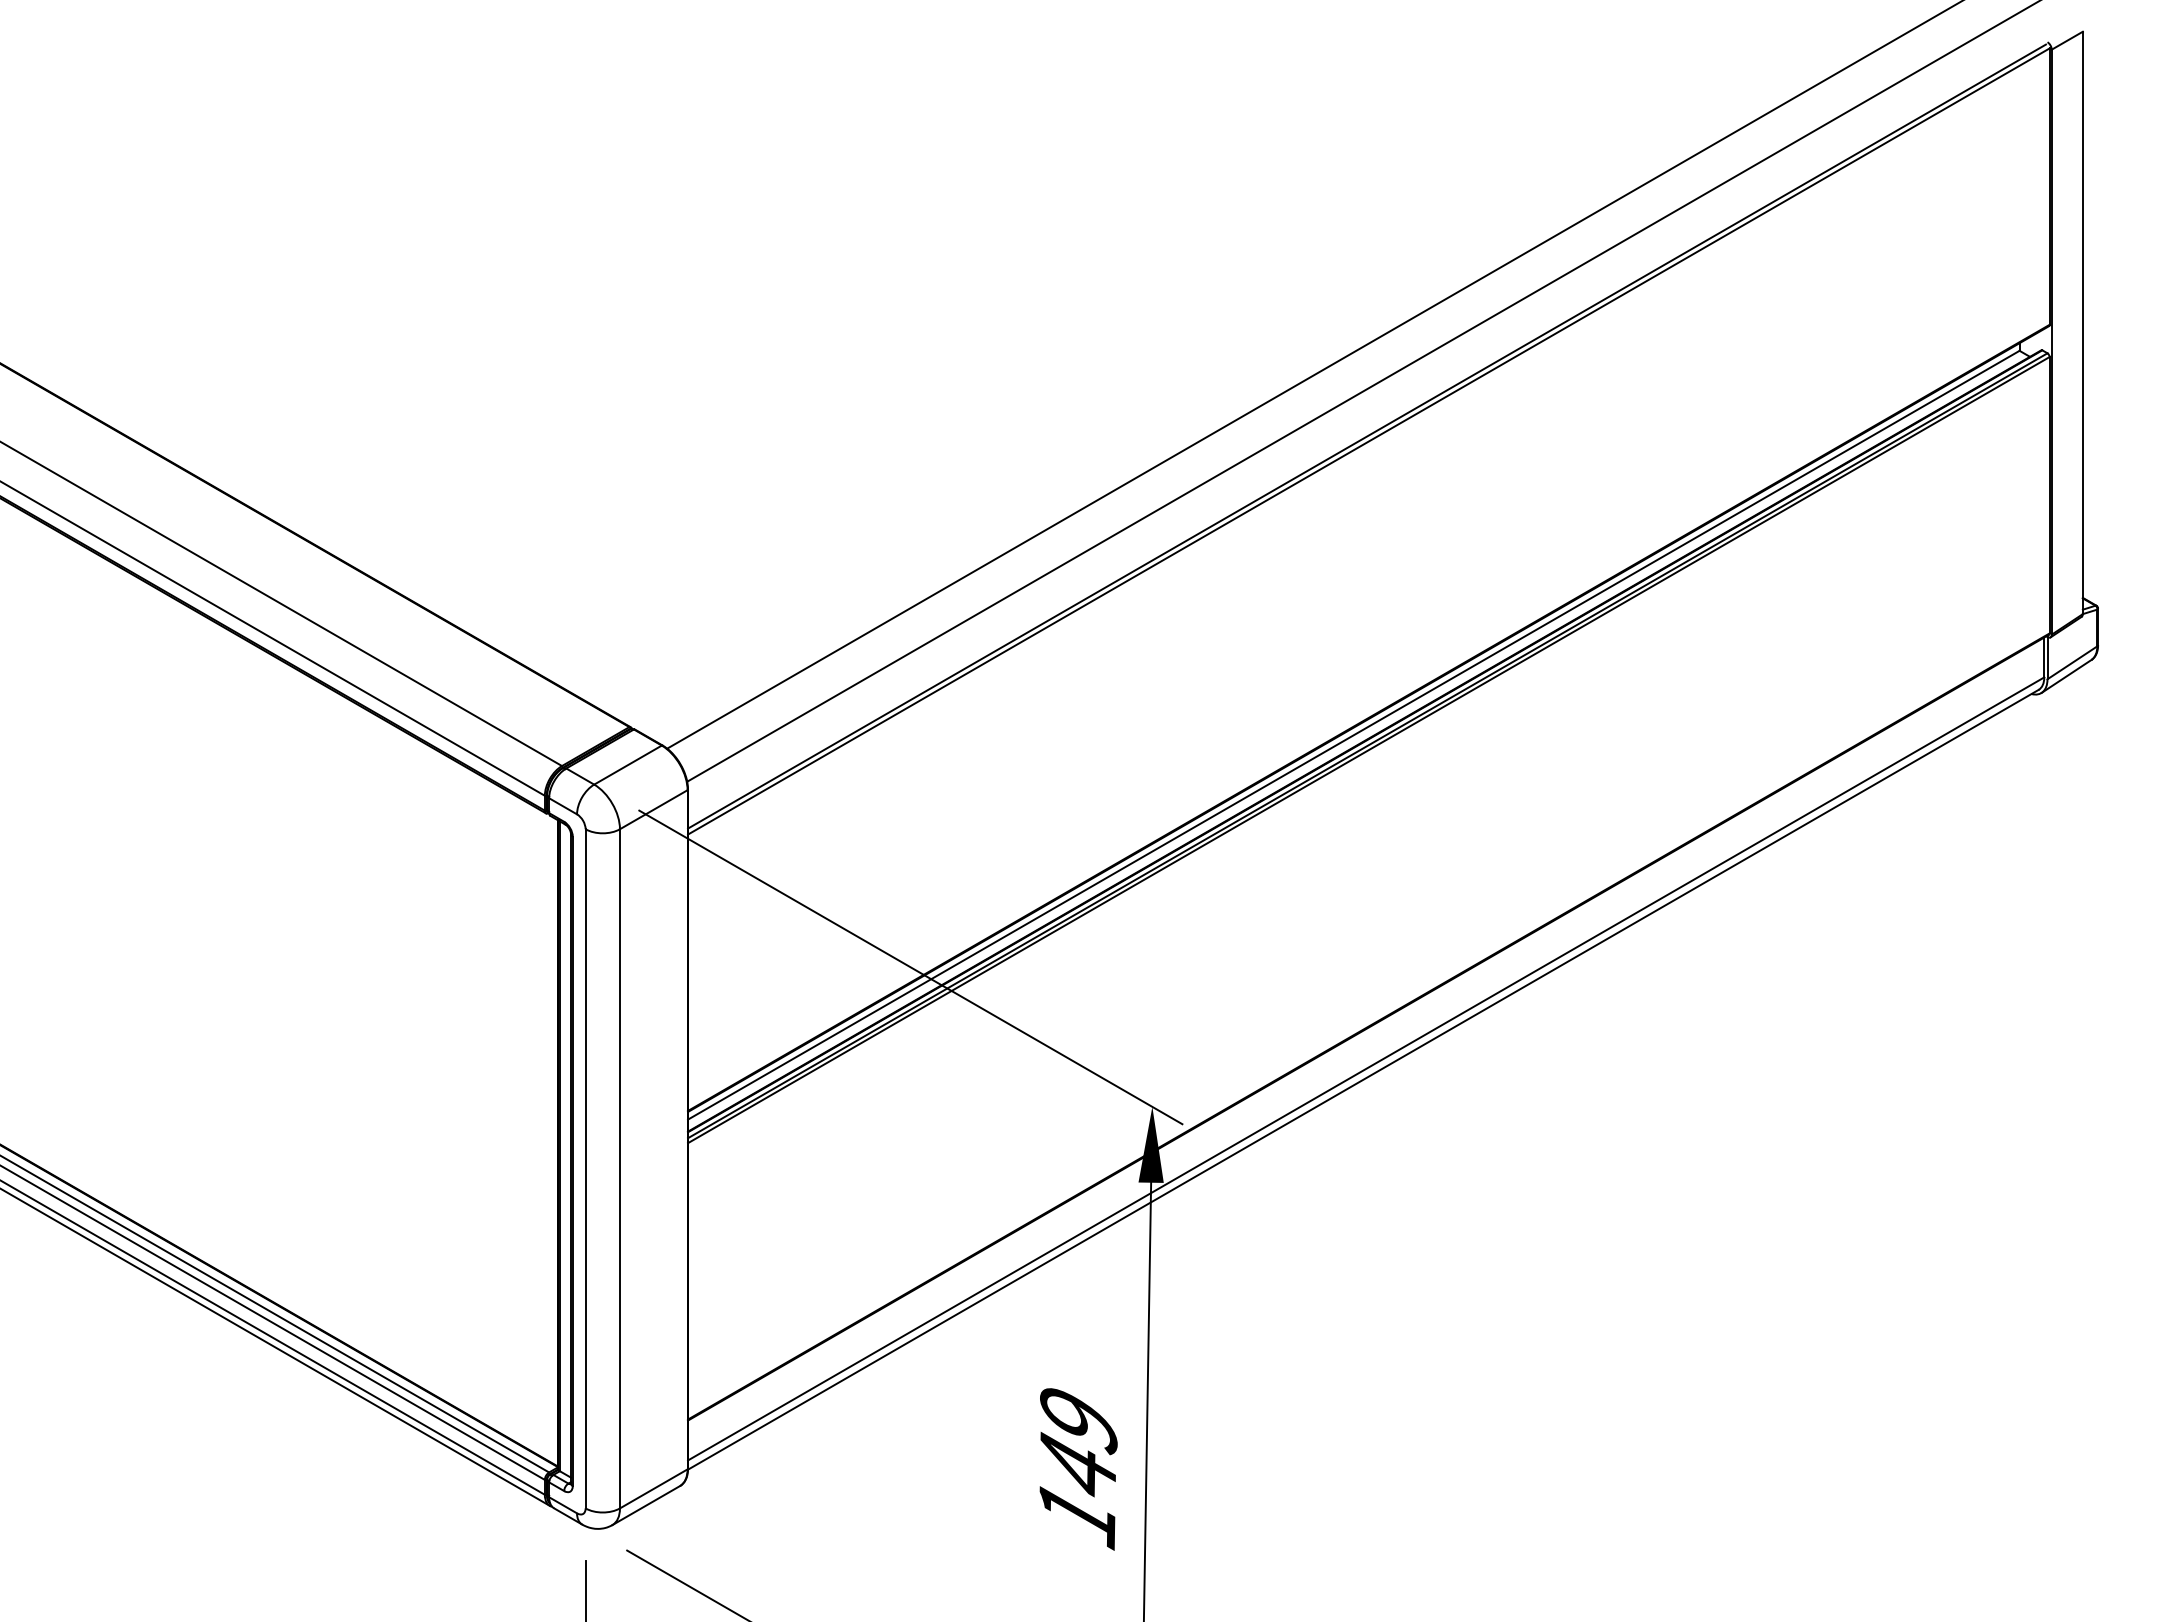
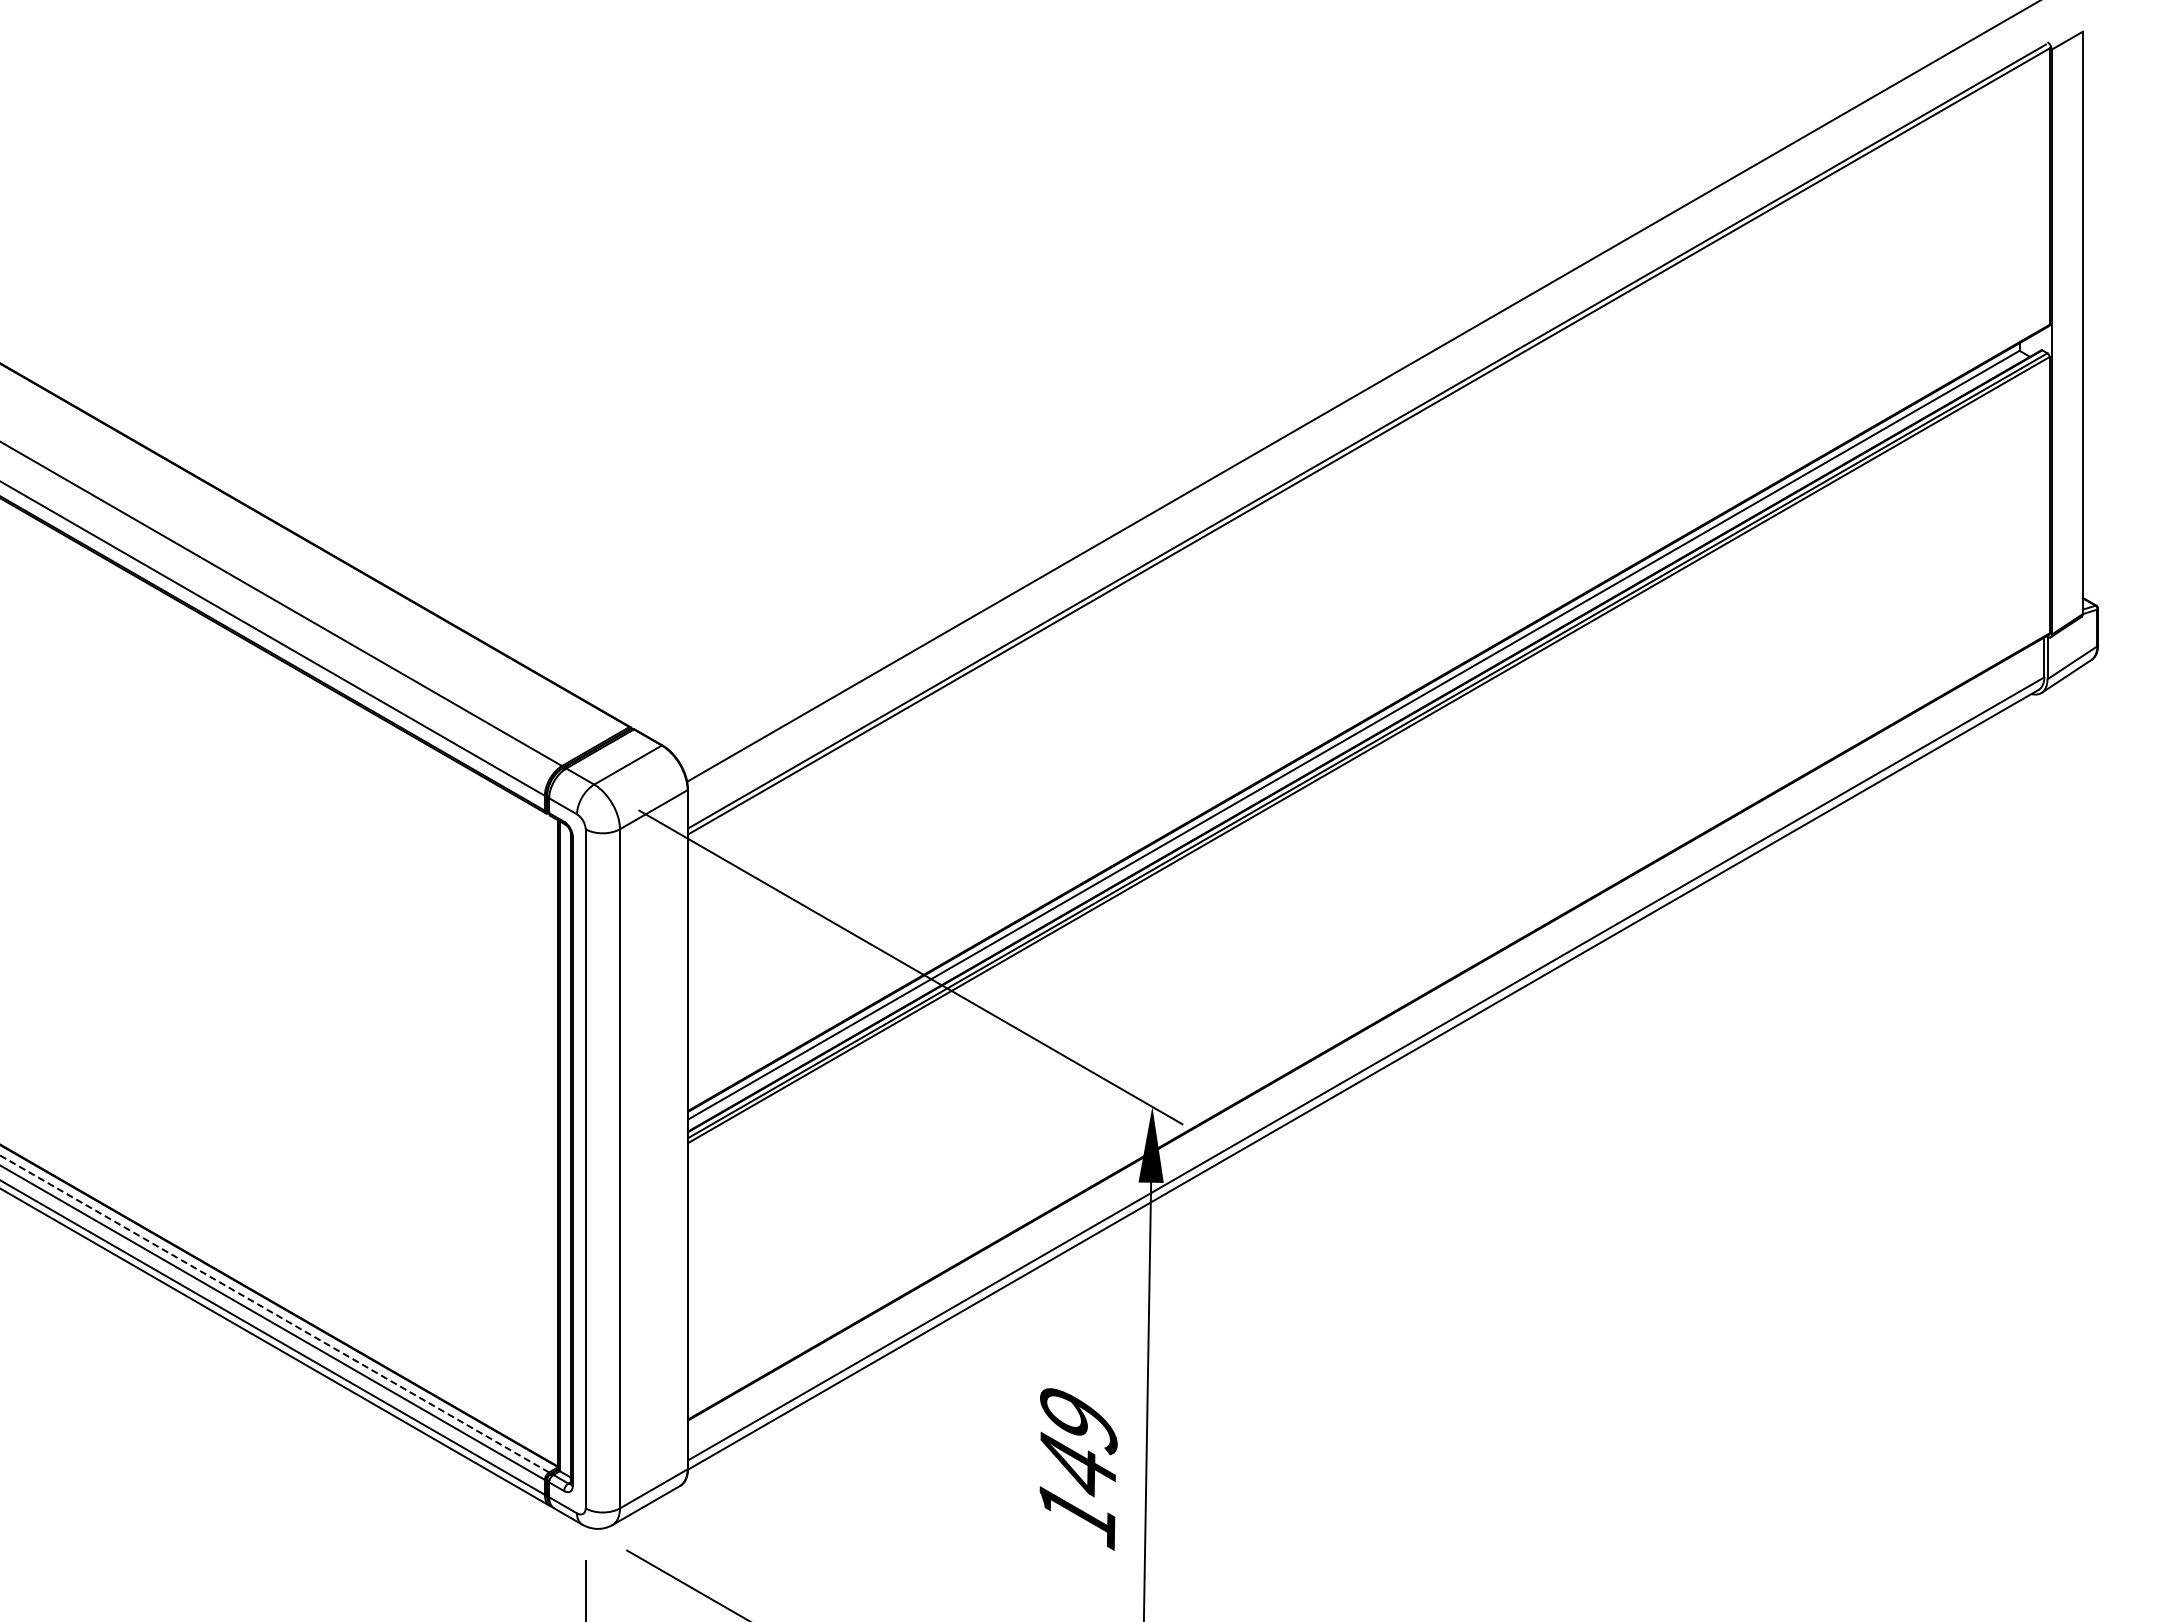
line at (1313, 375): present -> none
line at (274, 1313): solid -> dashed
